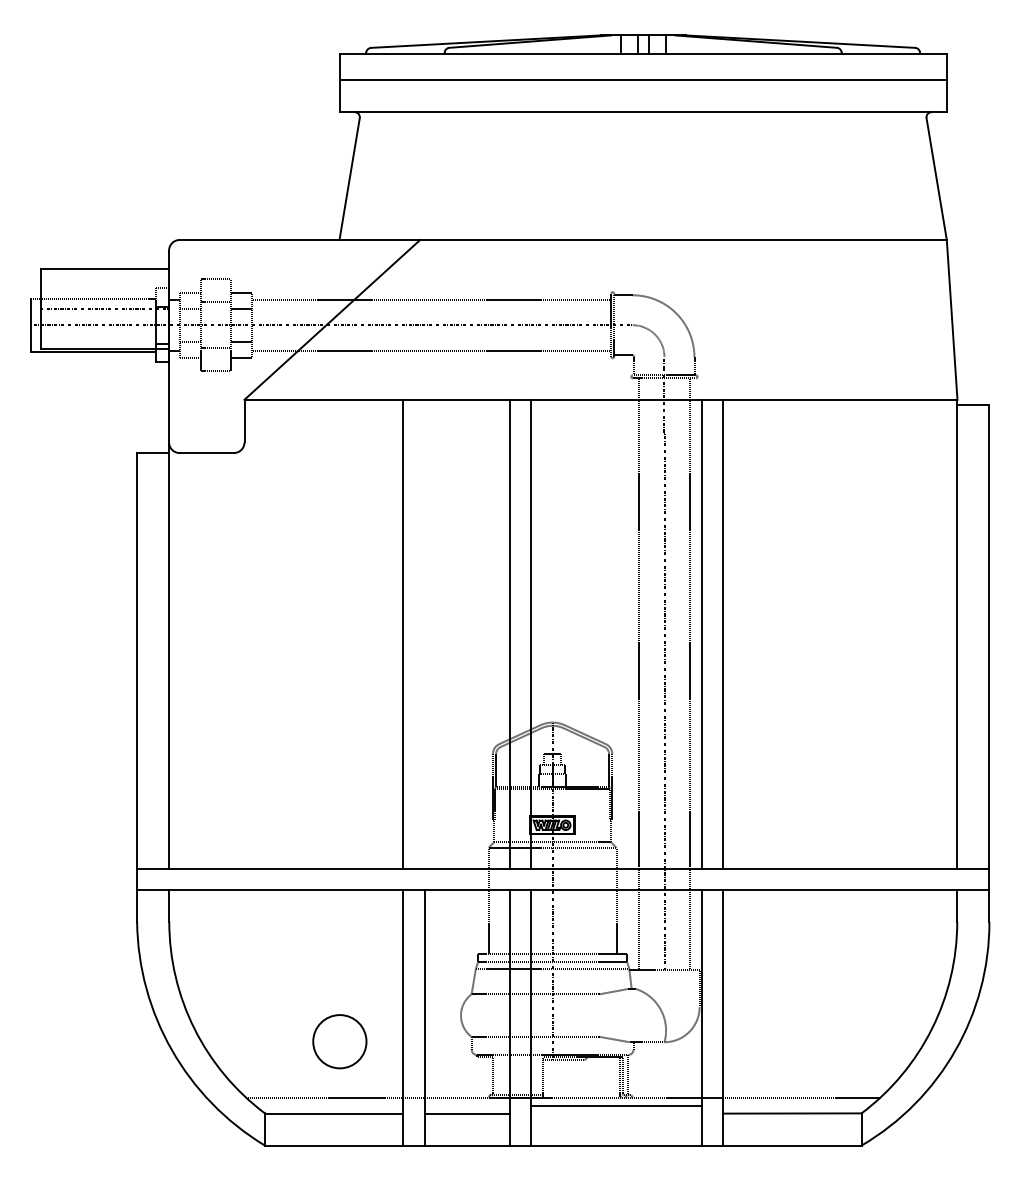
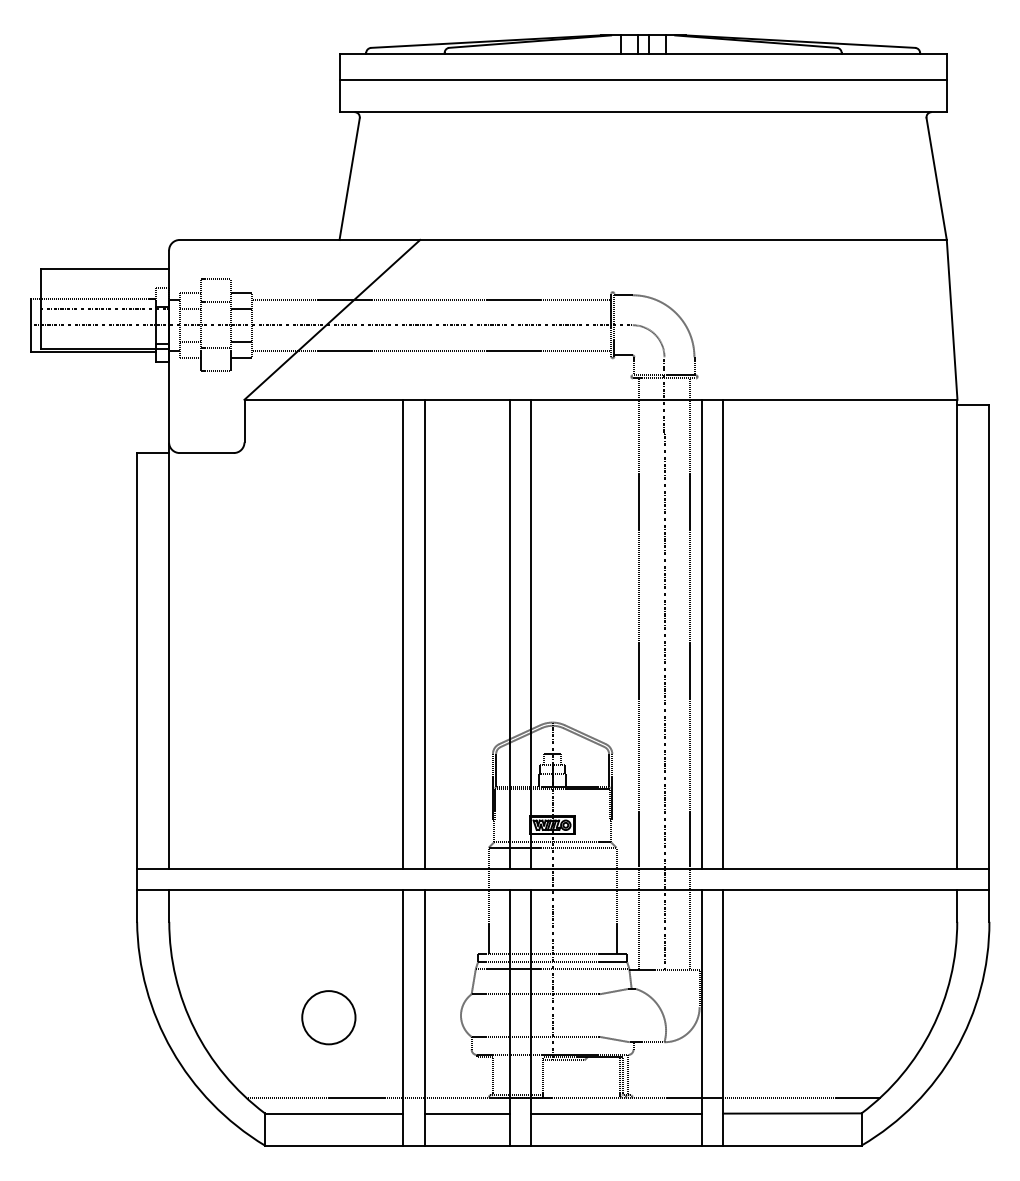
line at (424, 633): none -> present
circle at (339, 1041) position: (339, 1041) -> (328, 1017)
line at (616, 1105) position: (616, 1105) -> (616, 1113)
